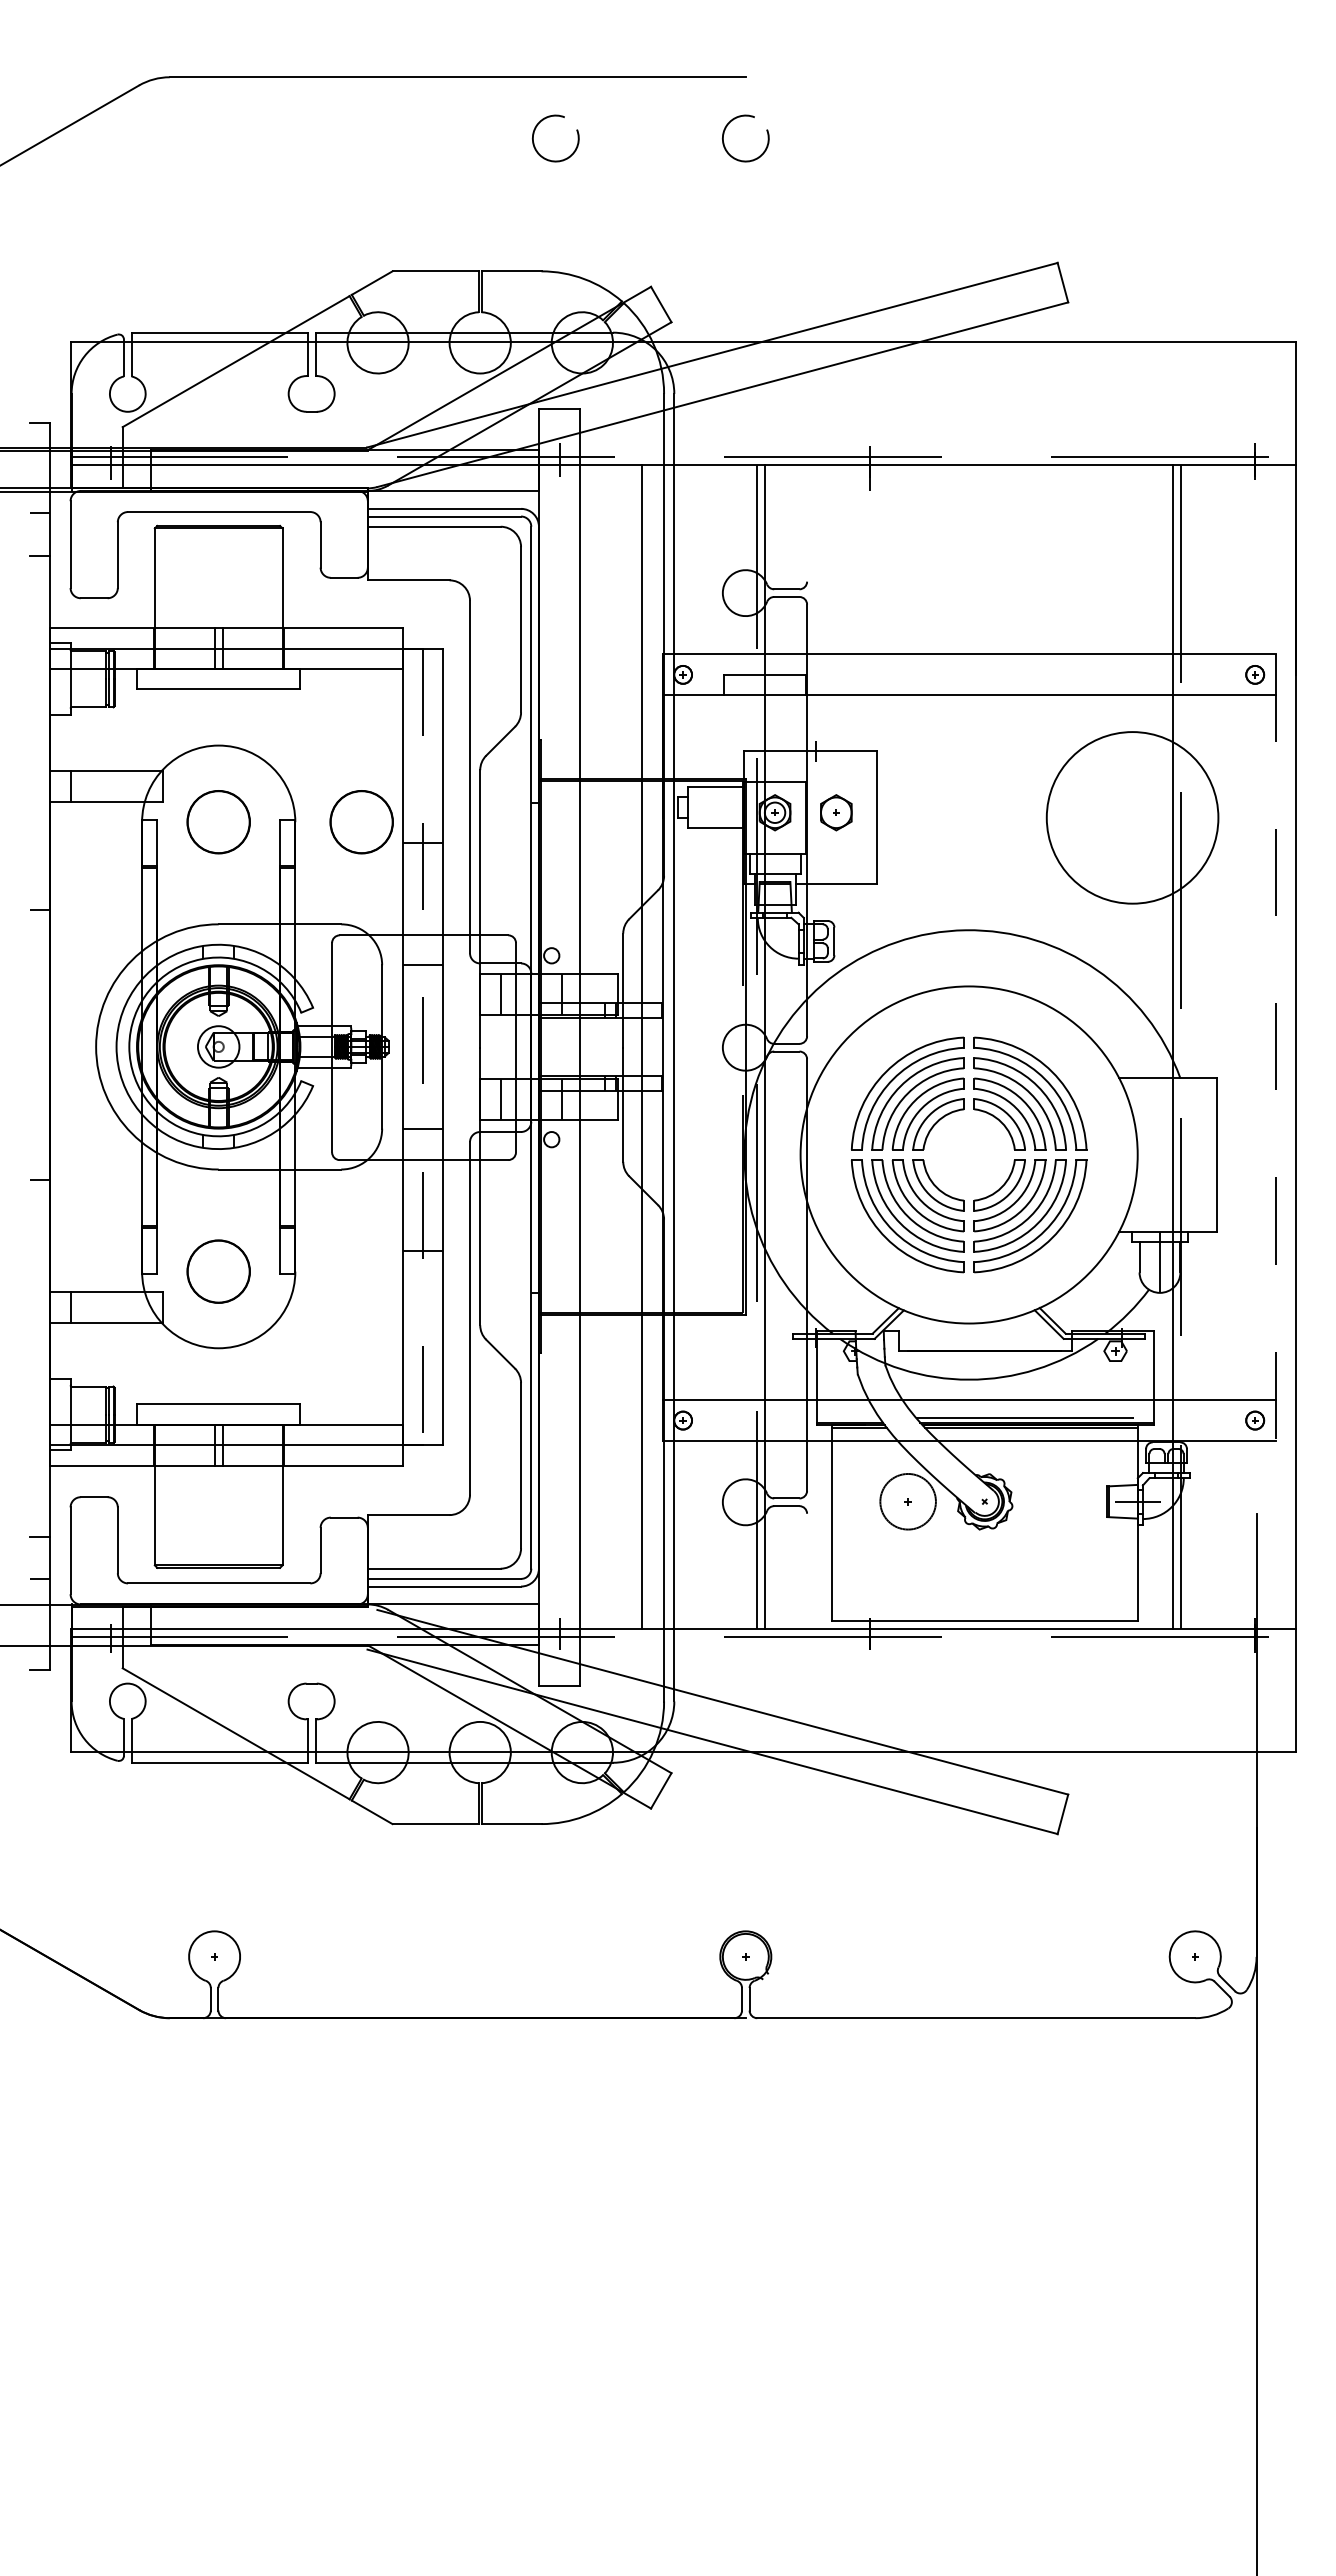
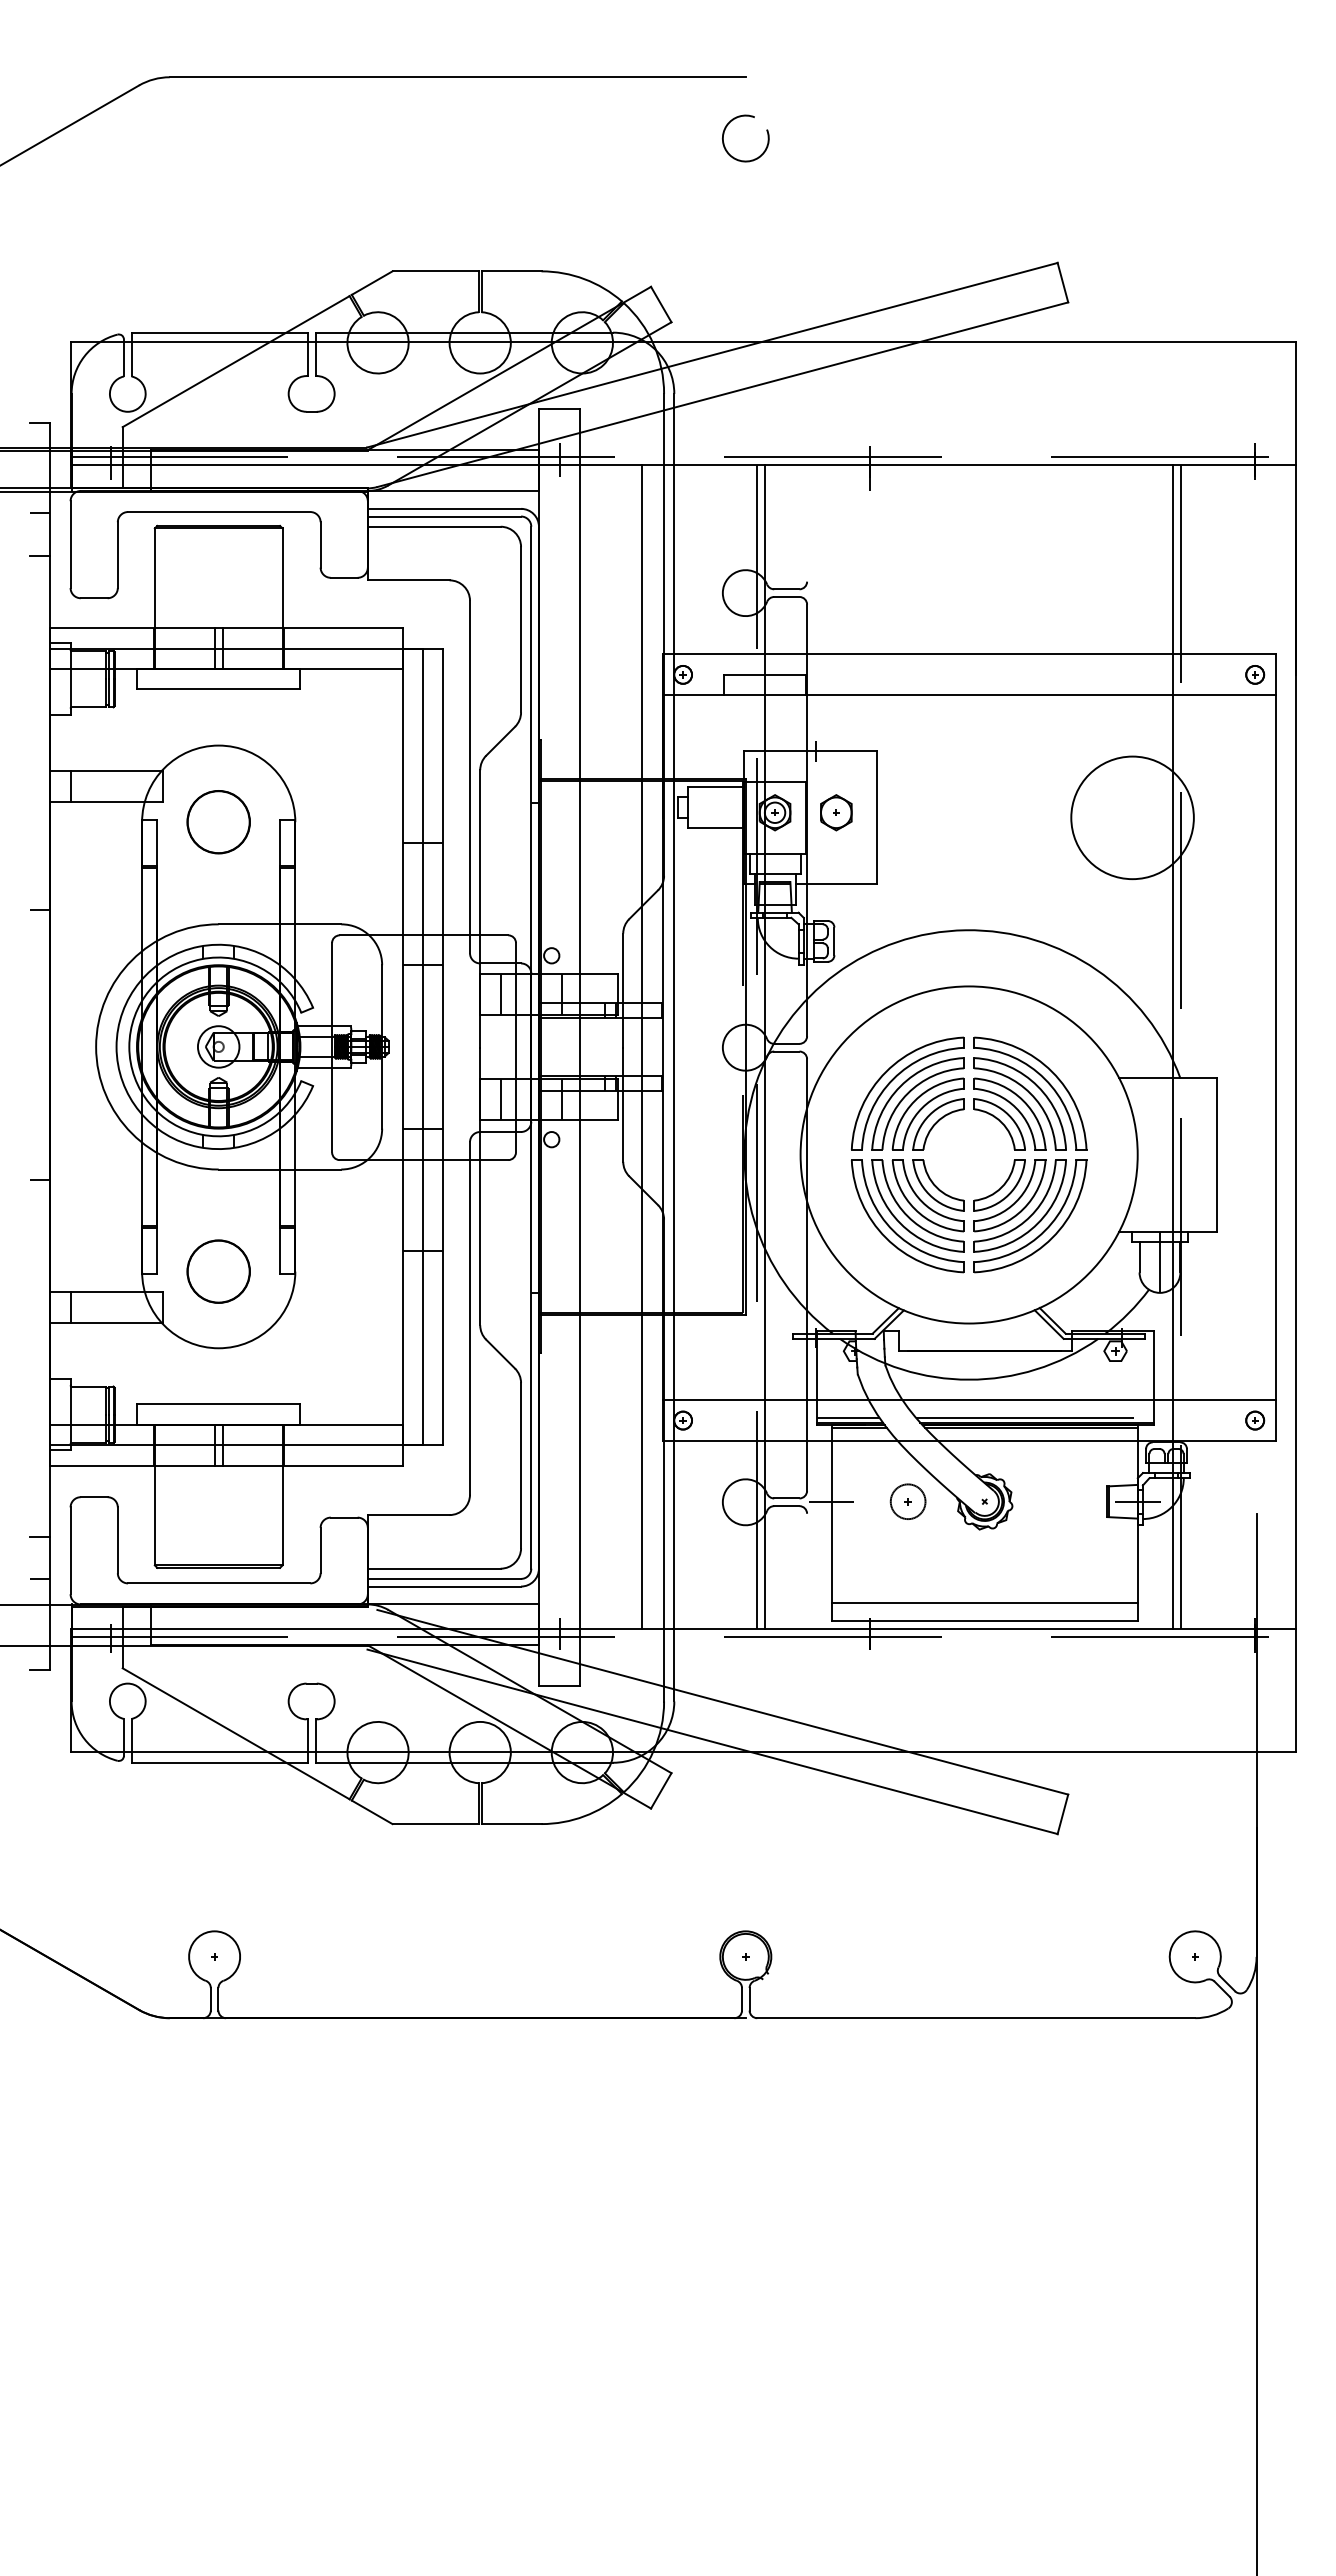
arc at (534, 134): present -> none
circle at (1132, 817) diameter: 172 px -> 123 px
circle at (361, 822): present -> none
line at (423, 1047): dashed -> solid
line at (1275, 1048): dashed -> solid
line at (847, 1417): none -> present
line at (831, 1501): none -> present
circle at (907, 1501) diameter: 56 px -> 35 px
line at (984, 1603): none -> present
